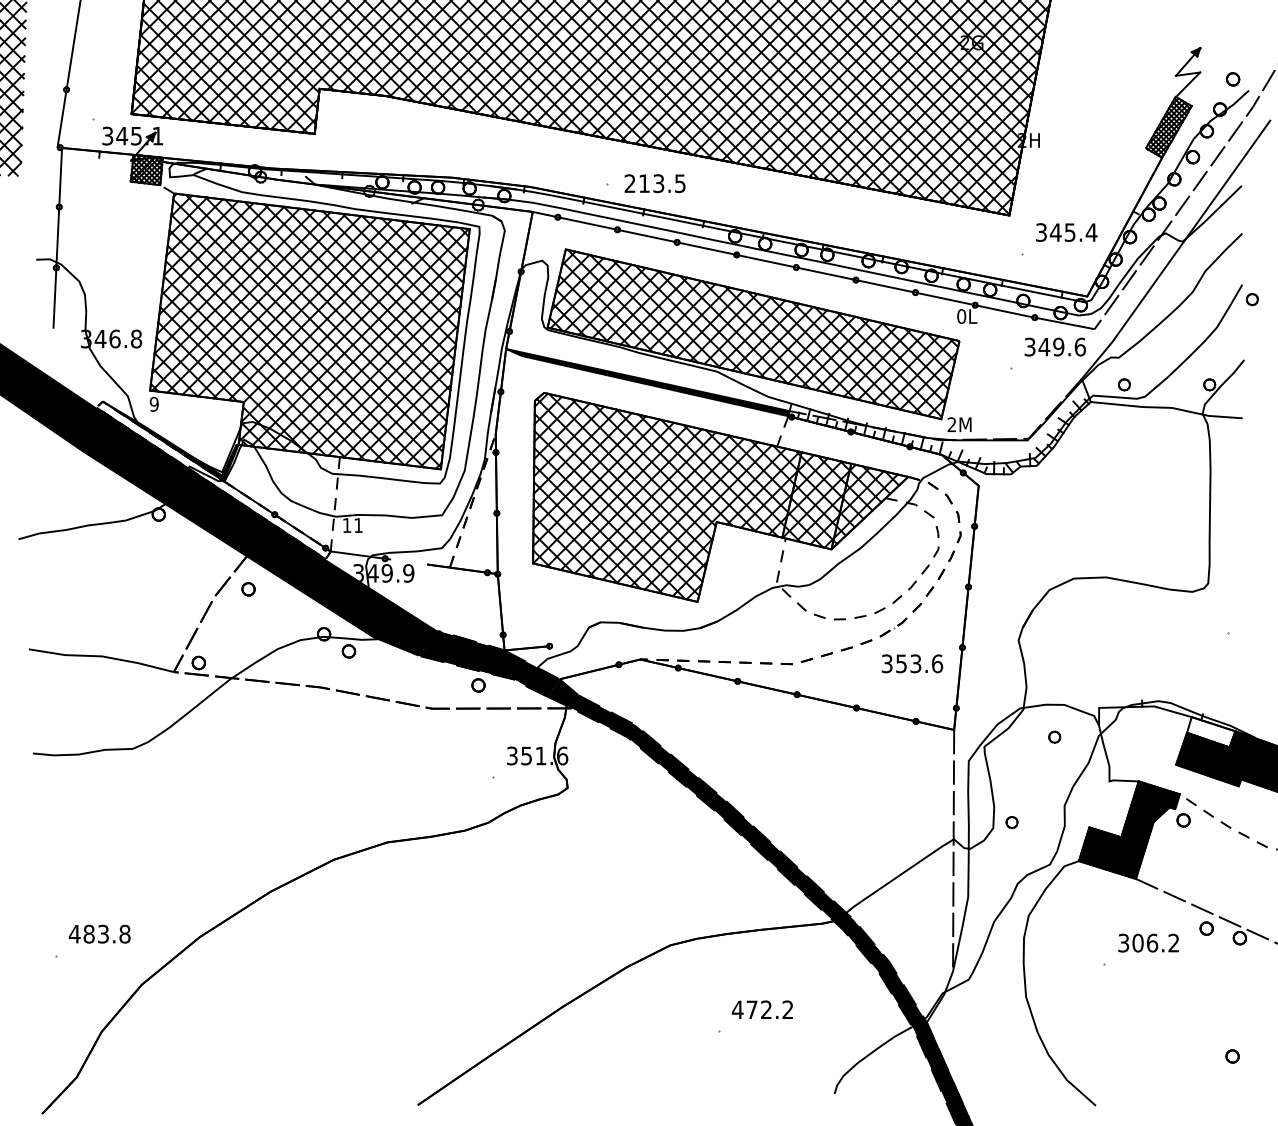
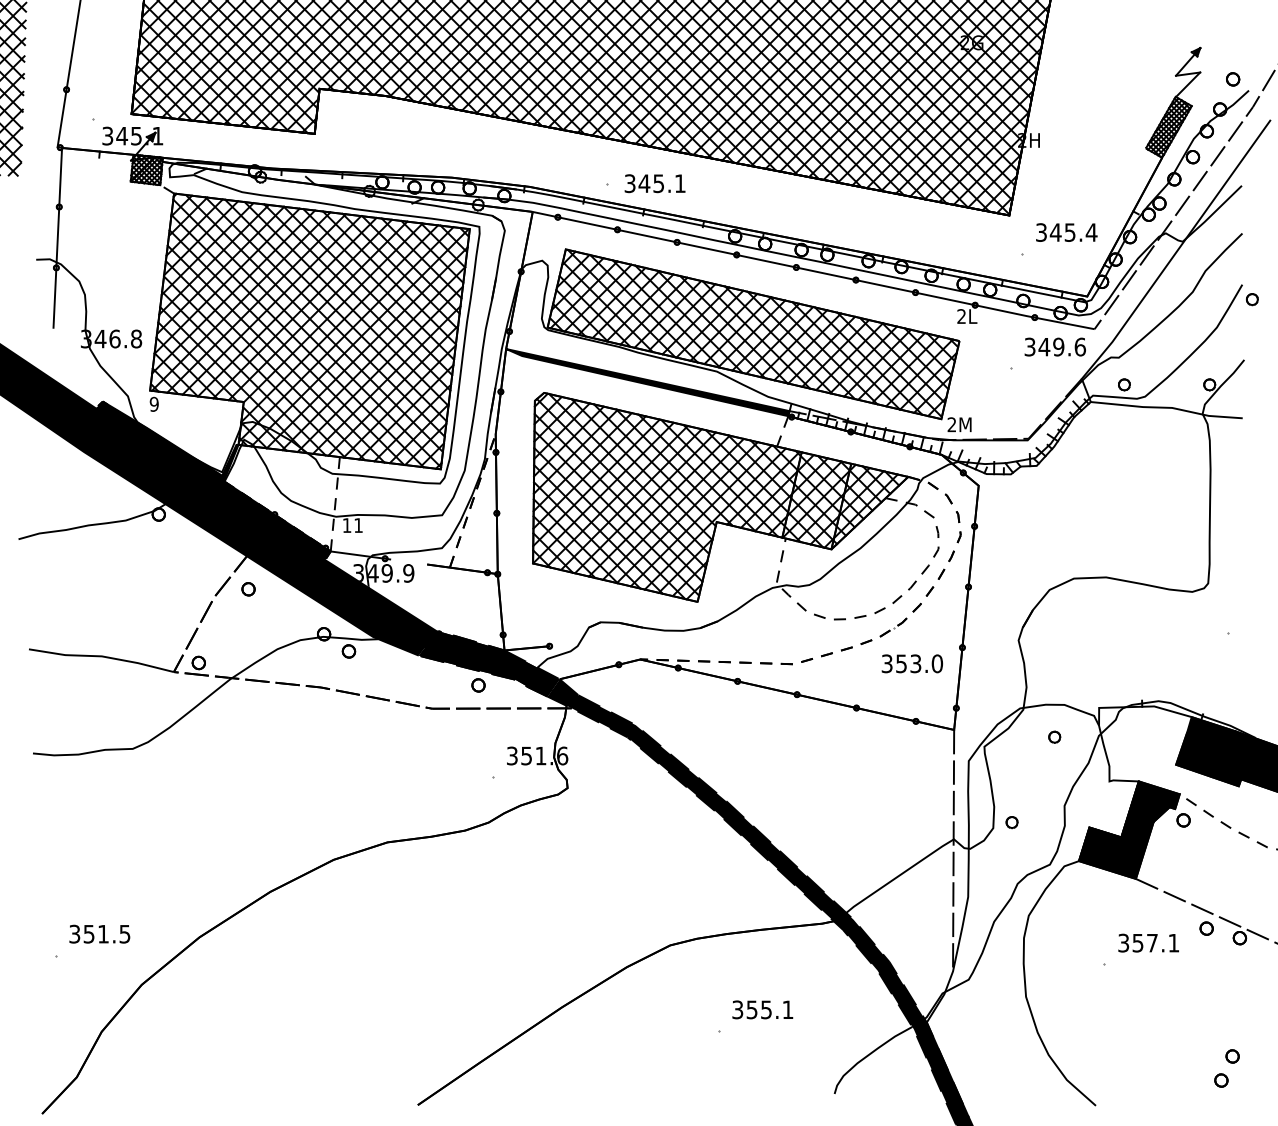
text at (654, 183): 213.5 -> 345.1
text at (961, 316): 0L -> 2L
fill at (213, 480): none -> present
text at (937, 663): 353.6 -> 353.0
fill at (1211, 732): none -> present
text at (99, 933): 483.8 -> 351.5
text at (1155, 942): 306.2 -> 357.1
text at (762, 1009): 472.2 -> 355.1
part at (1221, 1080): none -> present
